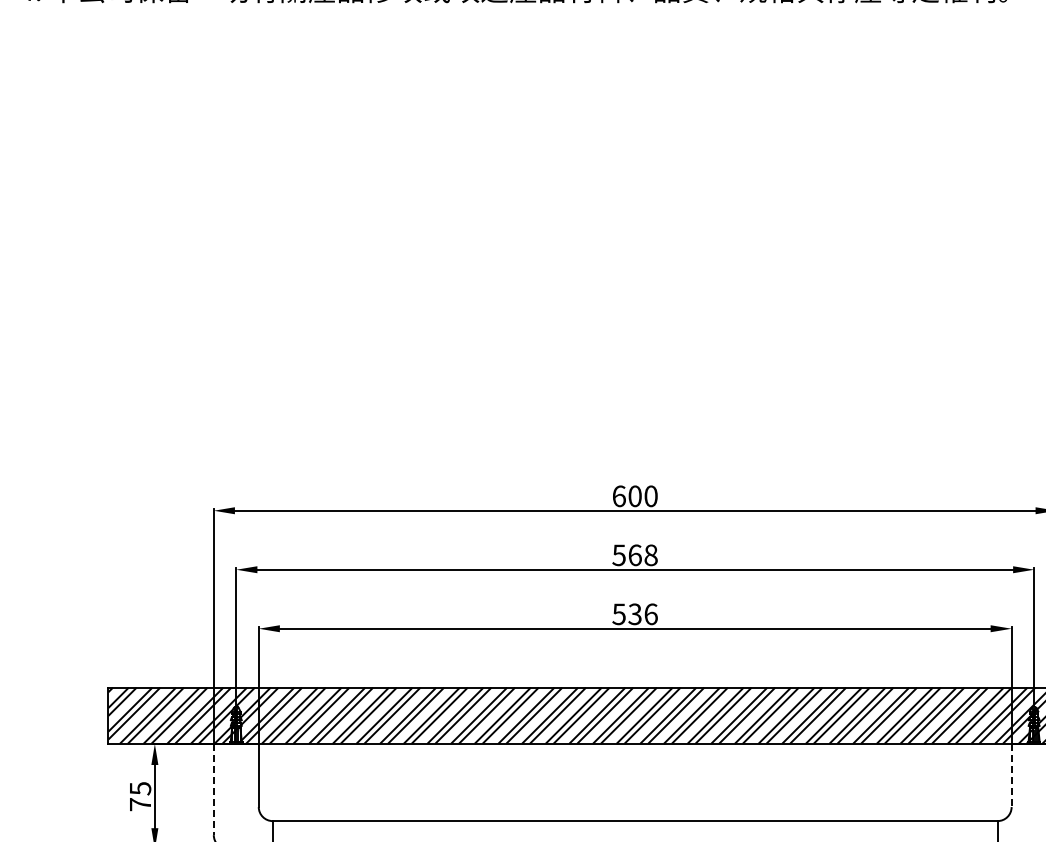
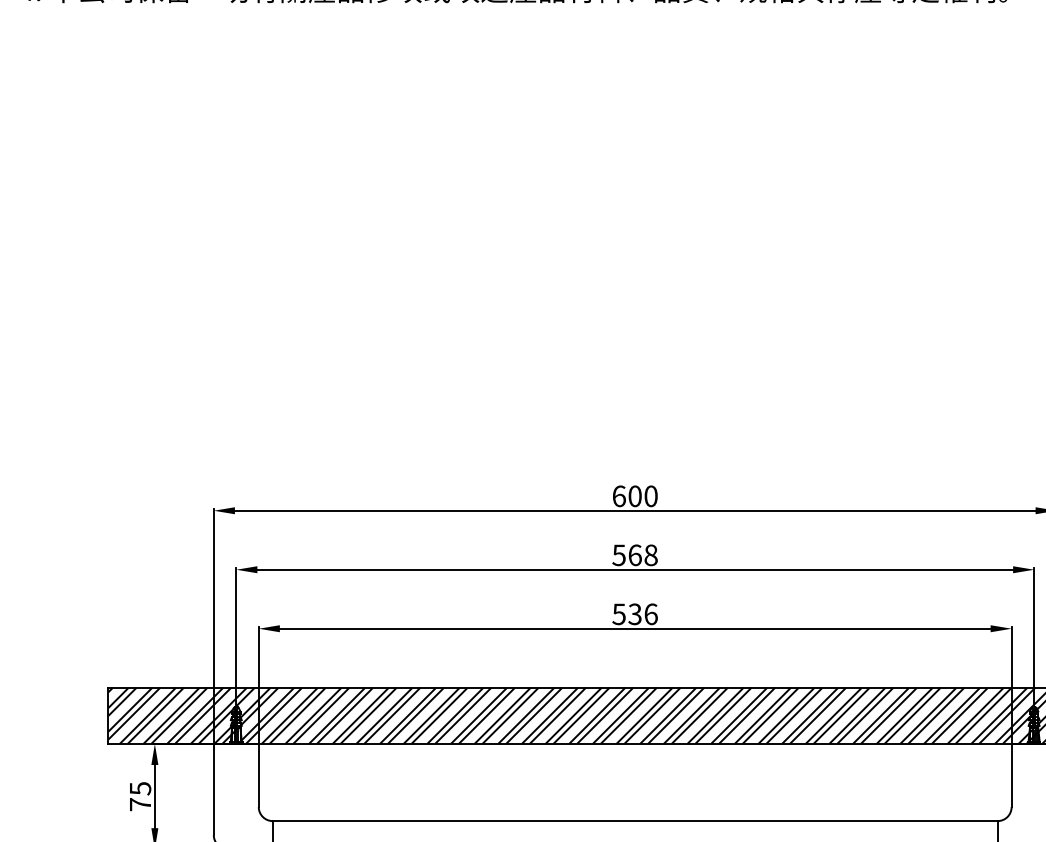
line at (1011, 775): dashed -> solid
line at (213, 789): dashed -> solid
